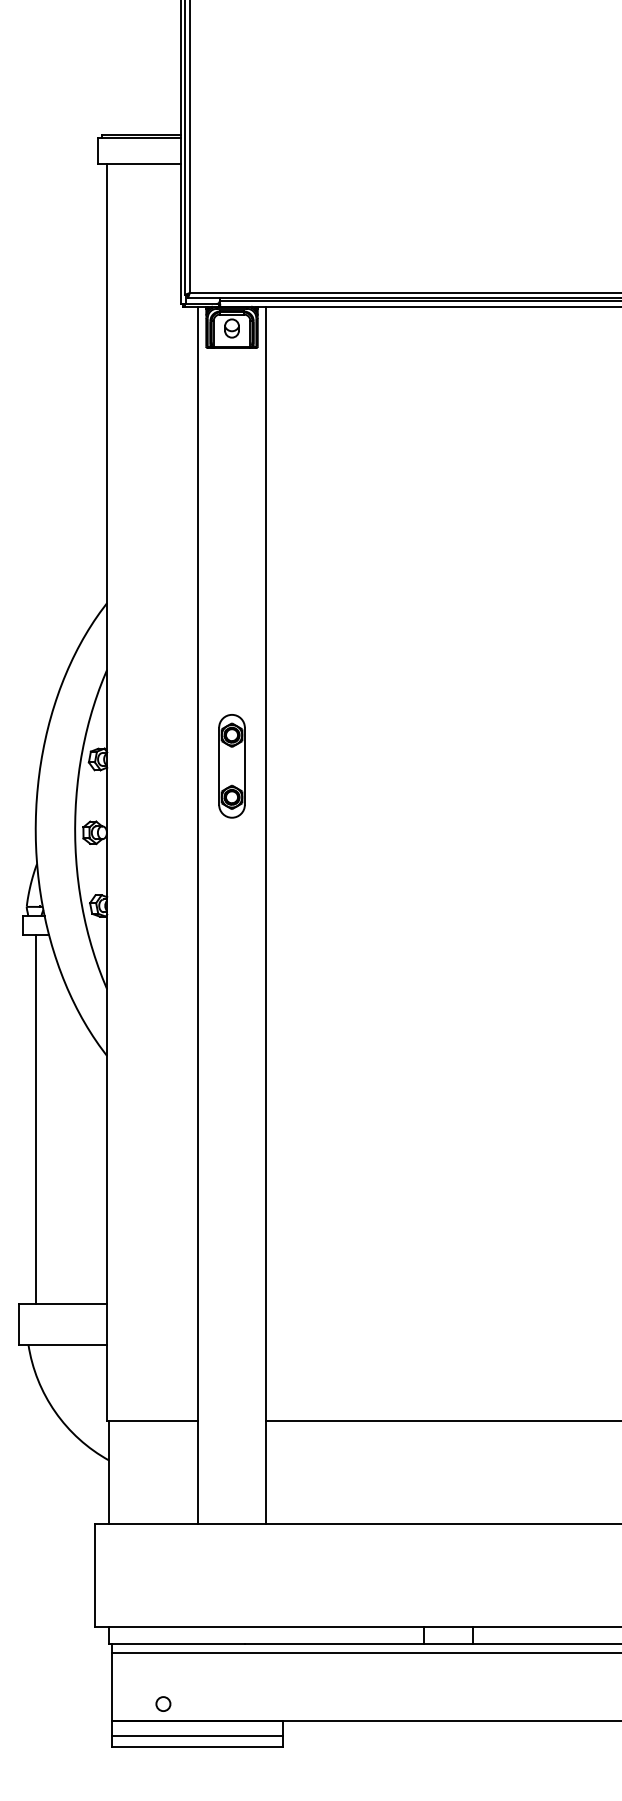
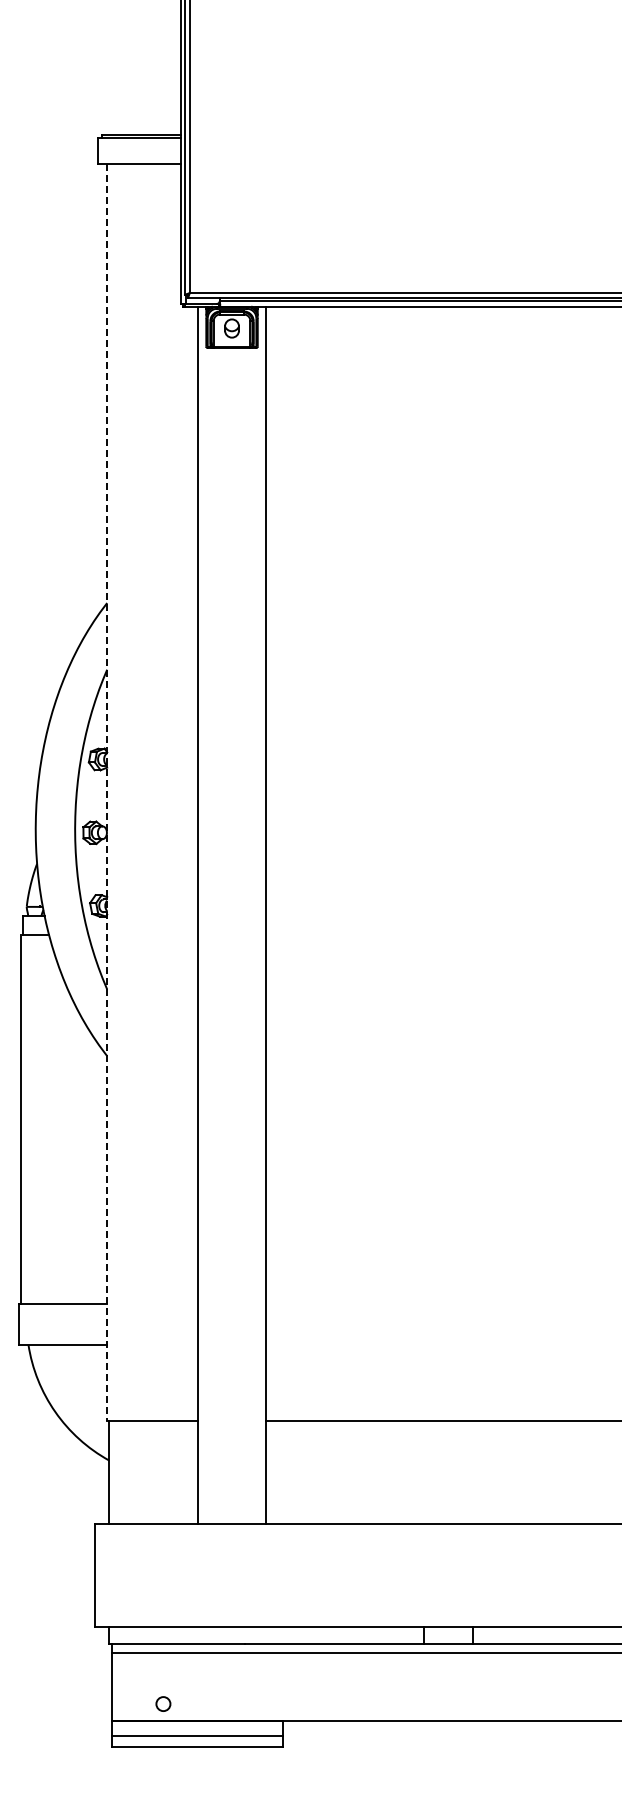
part at (231, 766): present -> none
line at (107, 792): solid -> dashed
line at (36, 1119) position: (36, 1119) -> (21, 1119)
